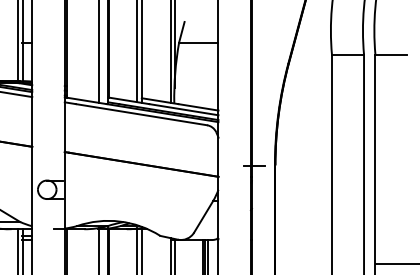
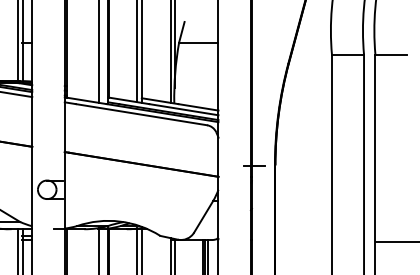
line at (396, 263) position: (396, 263) -> (396, 241)
